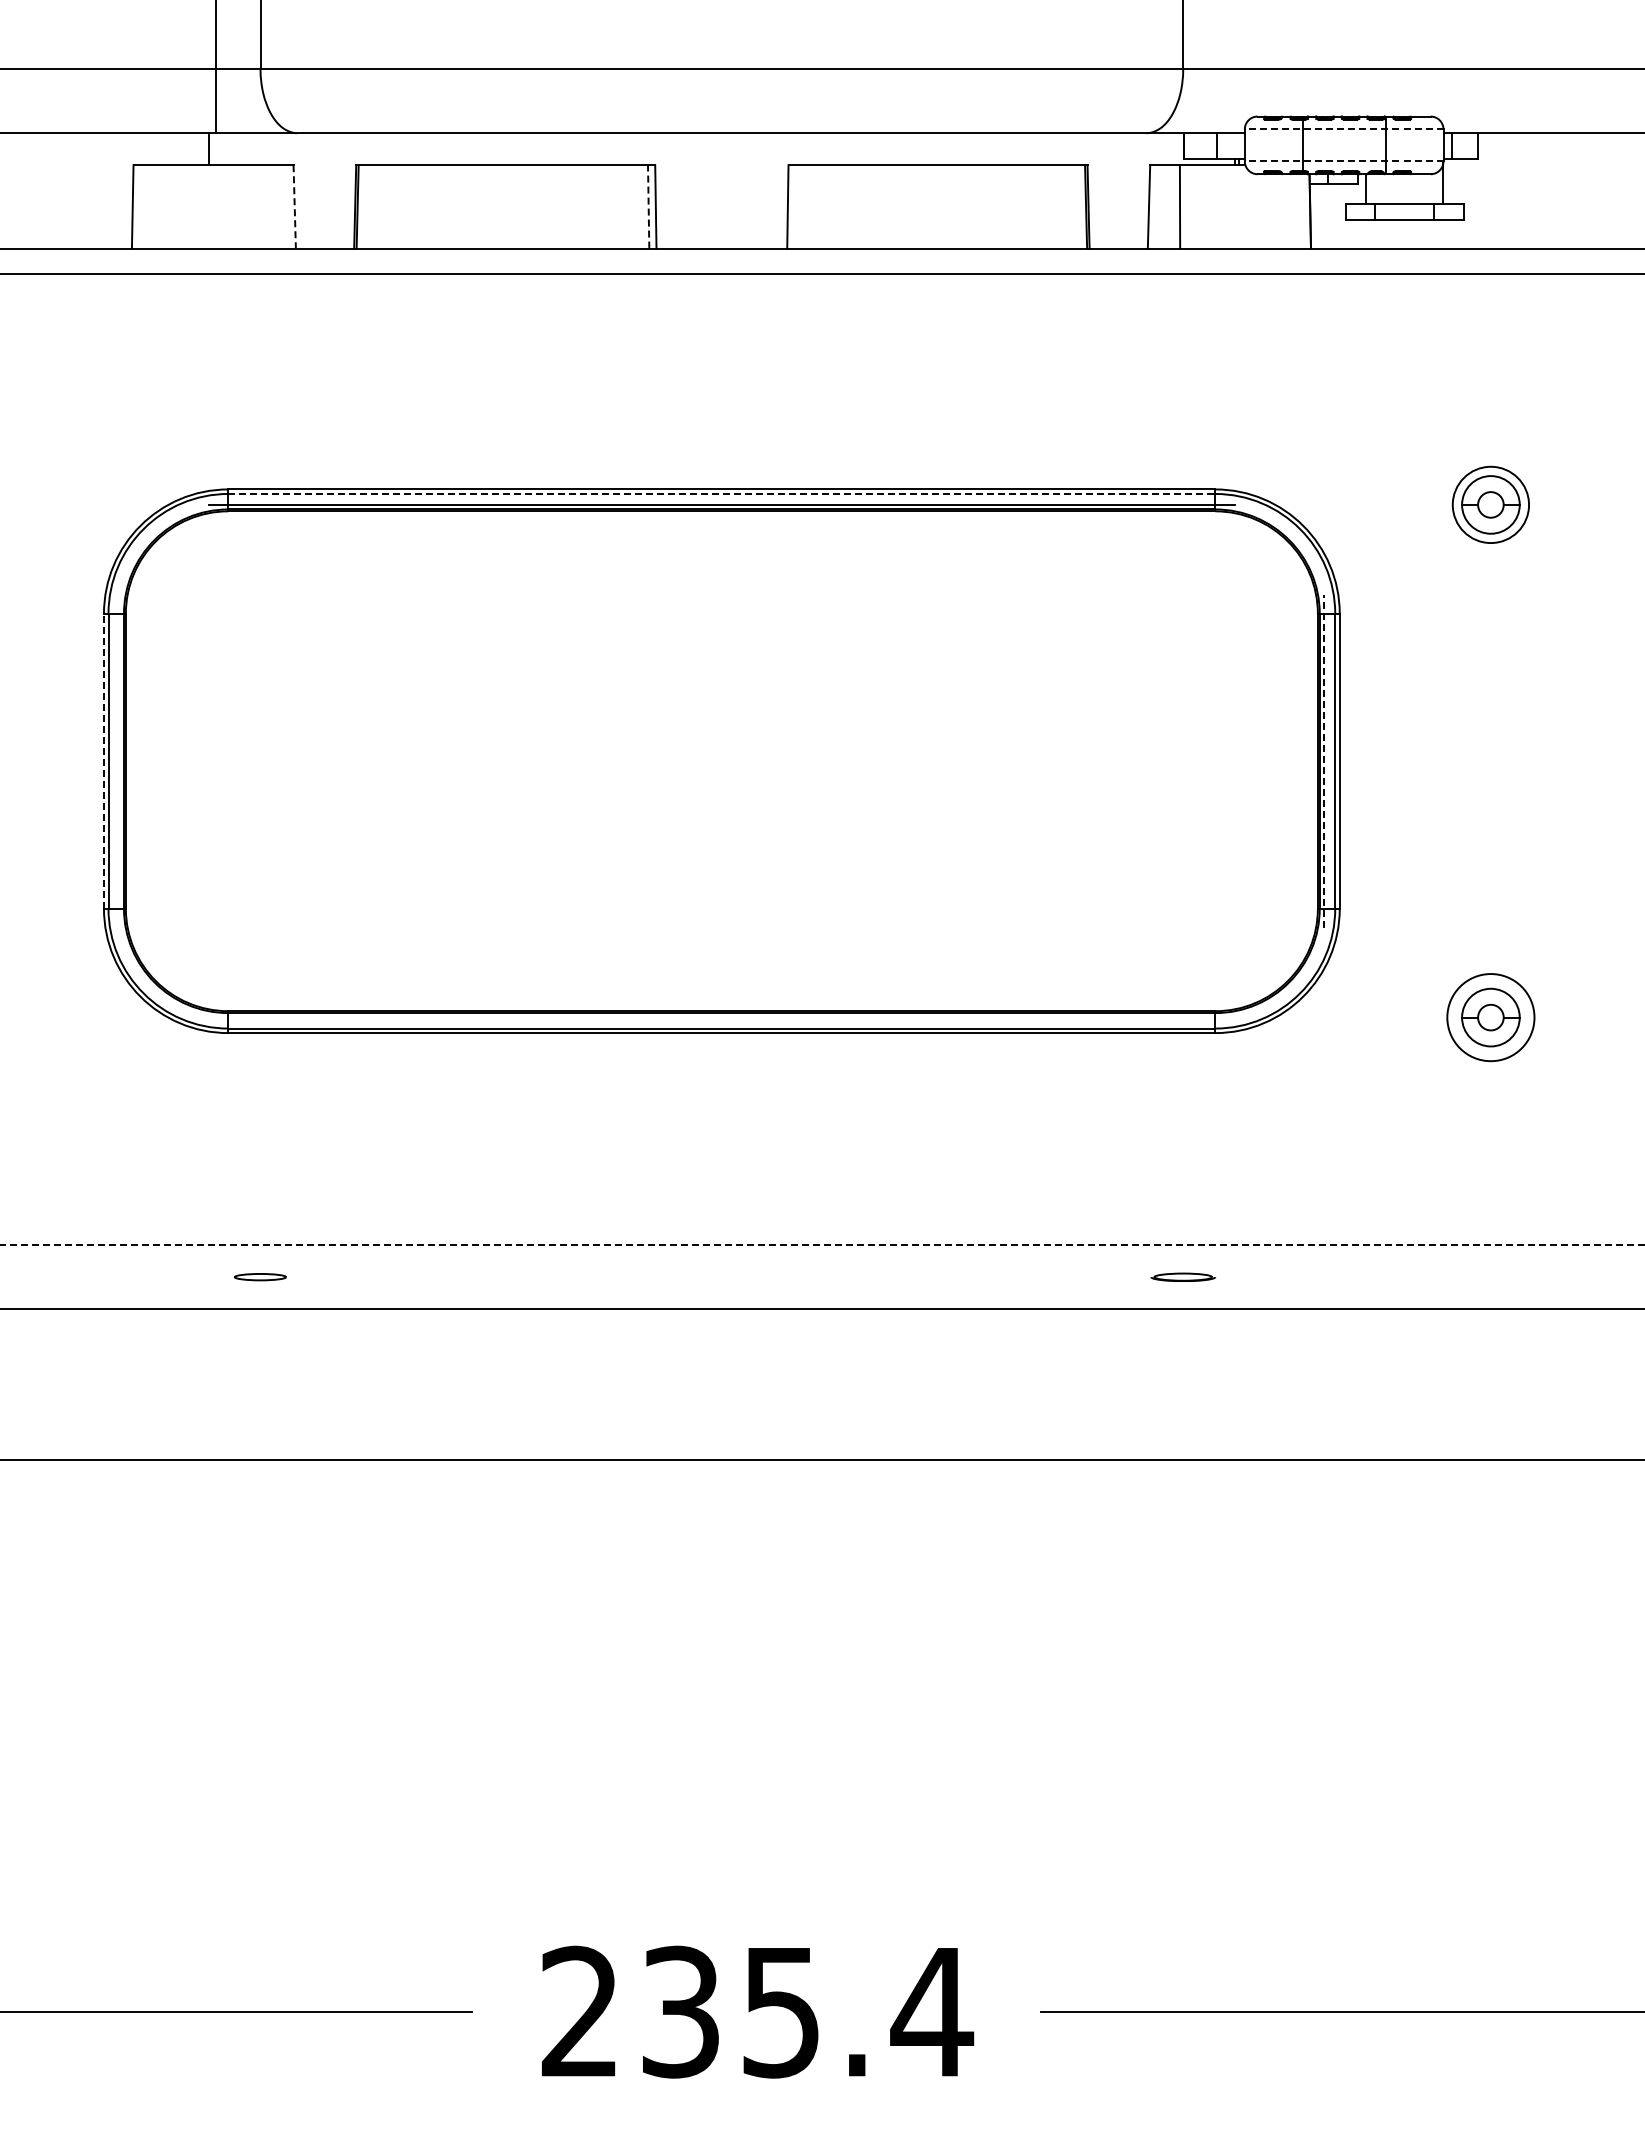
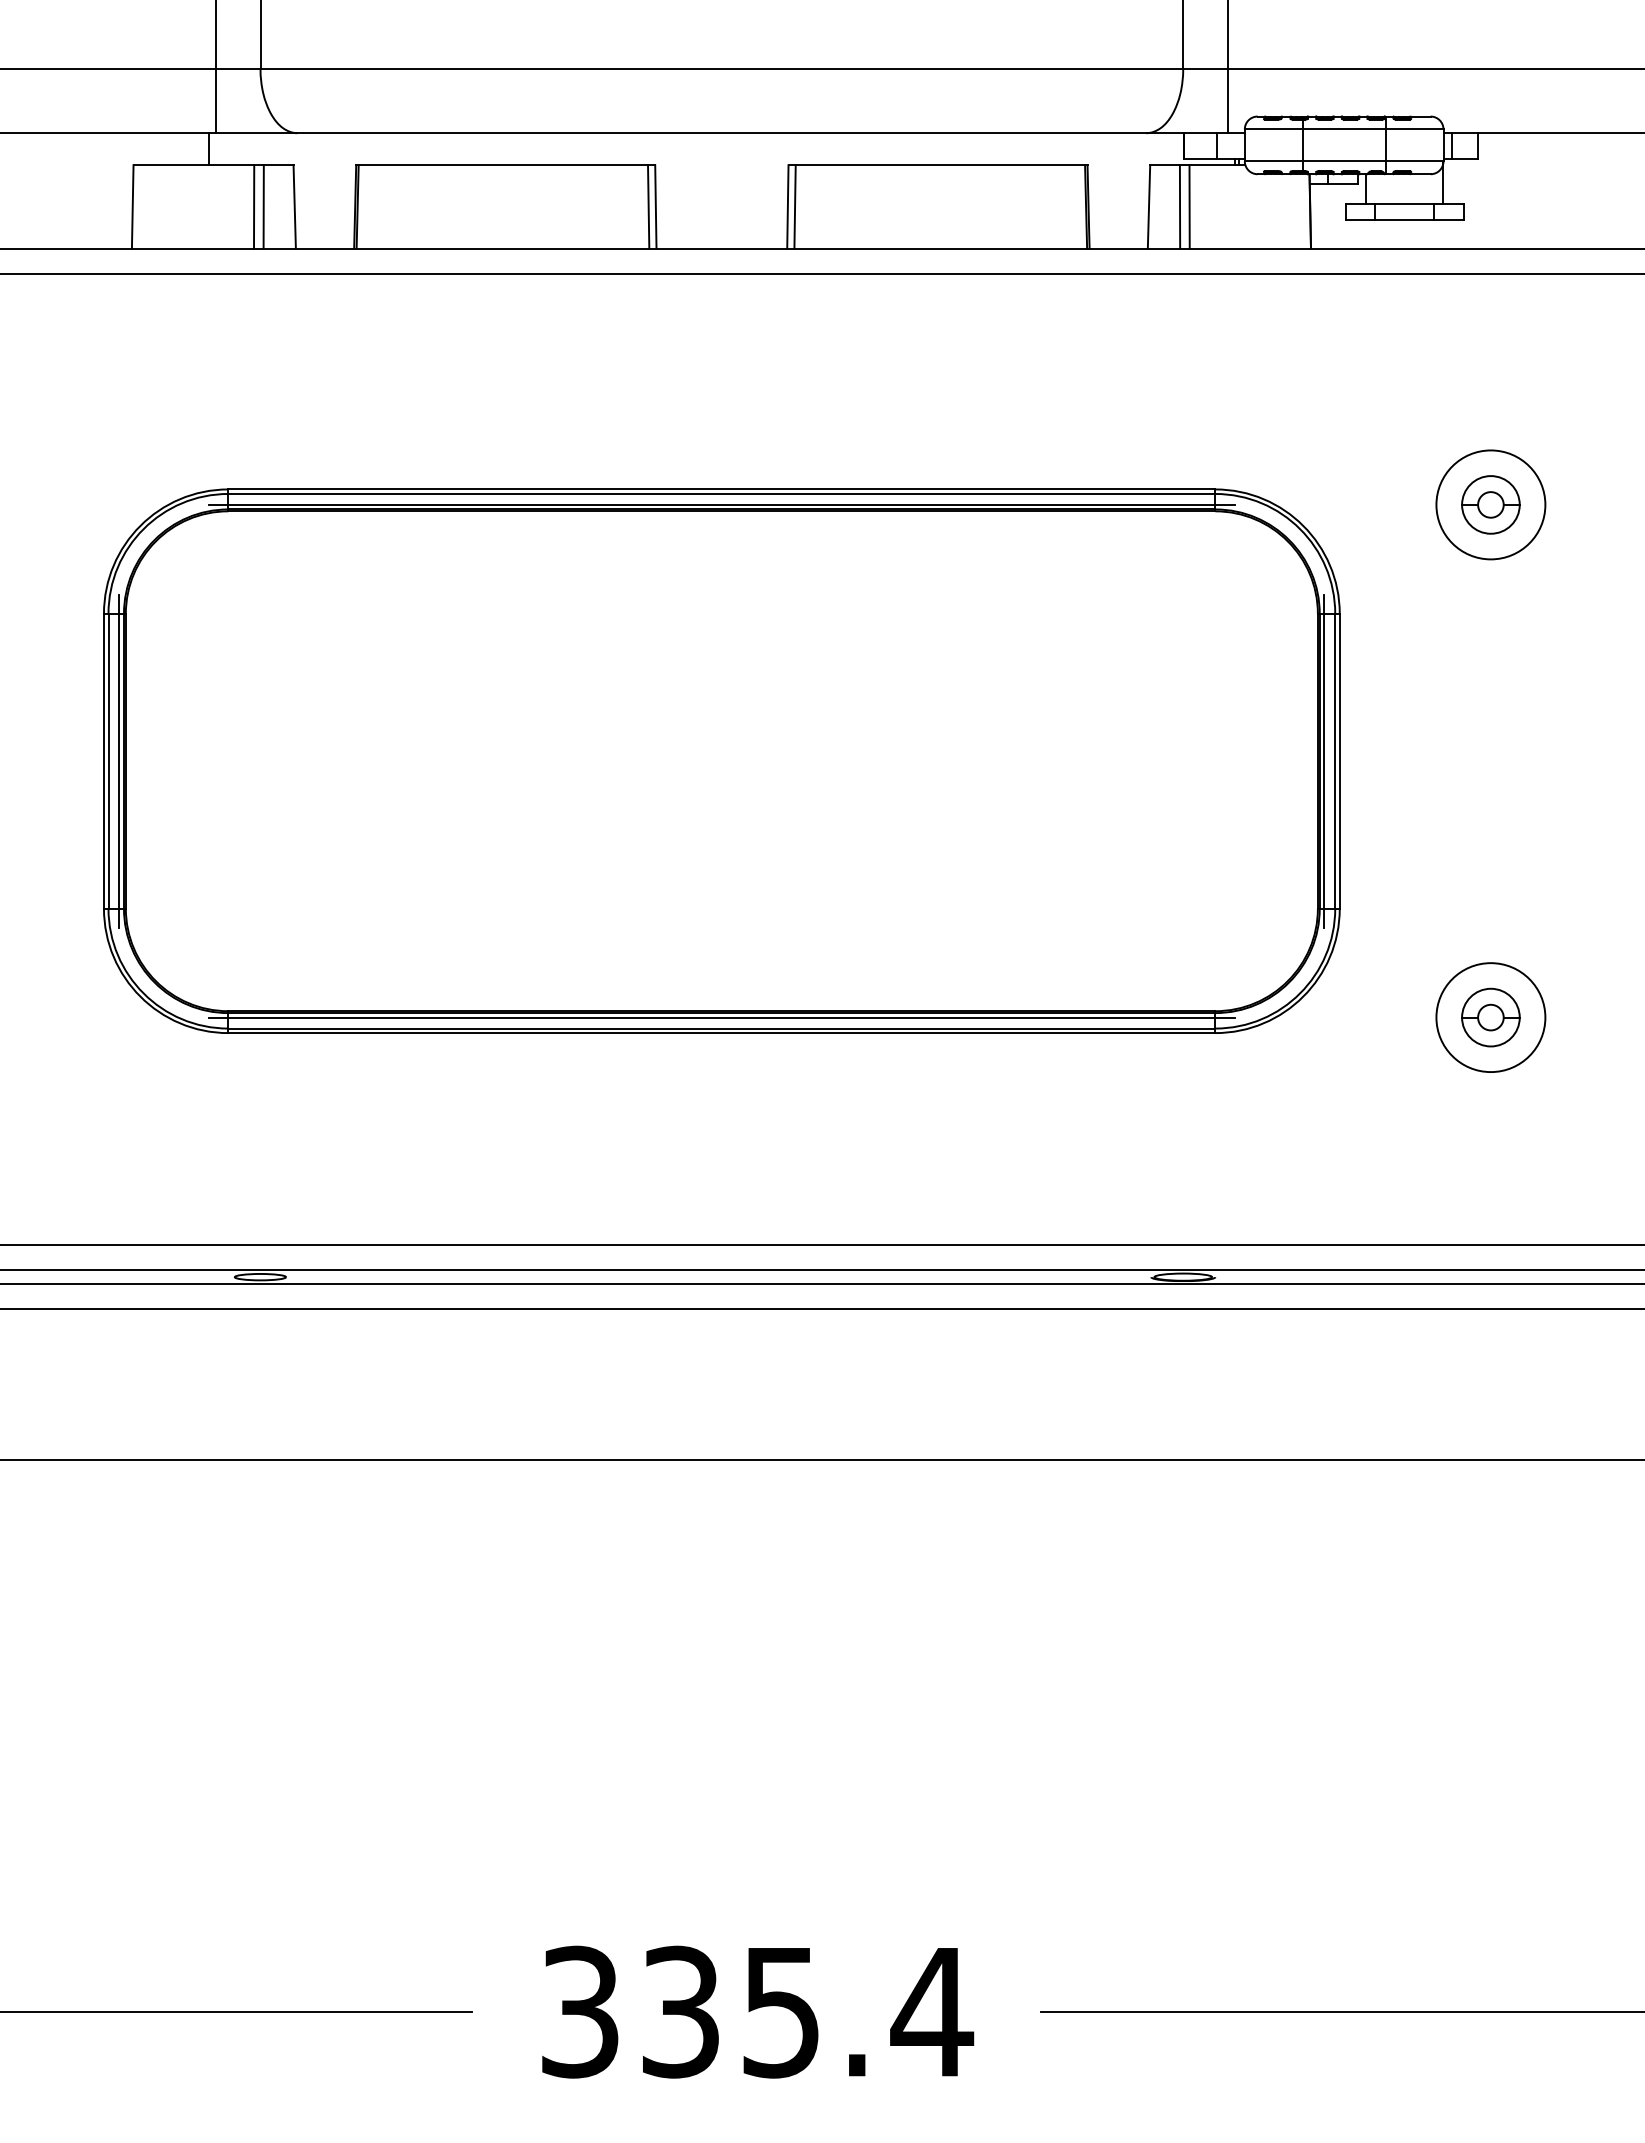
line at (1227, 67): none -> present
line at (1343, 129): dashed -> solid
line at (1343, 161): dashed -> solid
line at (254, 206): none -> present
line at (263, 206): none -> present
line at (294, 206): dashed -> solid
line at (648, 206): dashed -> solid
line at (794, 206): none -> present
line at (1189, 206): none -> present
line at (722, 493): dashed -> solid
circle at (1490, 504) diameter: 76 px -> 109 px
line at (103, 760): dashed -> solid
line at (119, 760): none -> present
line at (1324, 761): dashed -> solid
line at (721, 1017): none -> present
circle at (1490, 1017) diameter: 87 px -> 109 px
line at (822, 1244): dashed -> solid
line at (821, 1270): none -> present
line at (821, 1283): none -> present
text at (579, 2011): 235.4 -> 335.4
